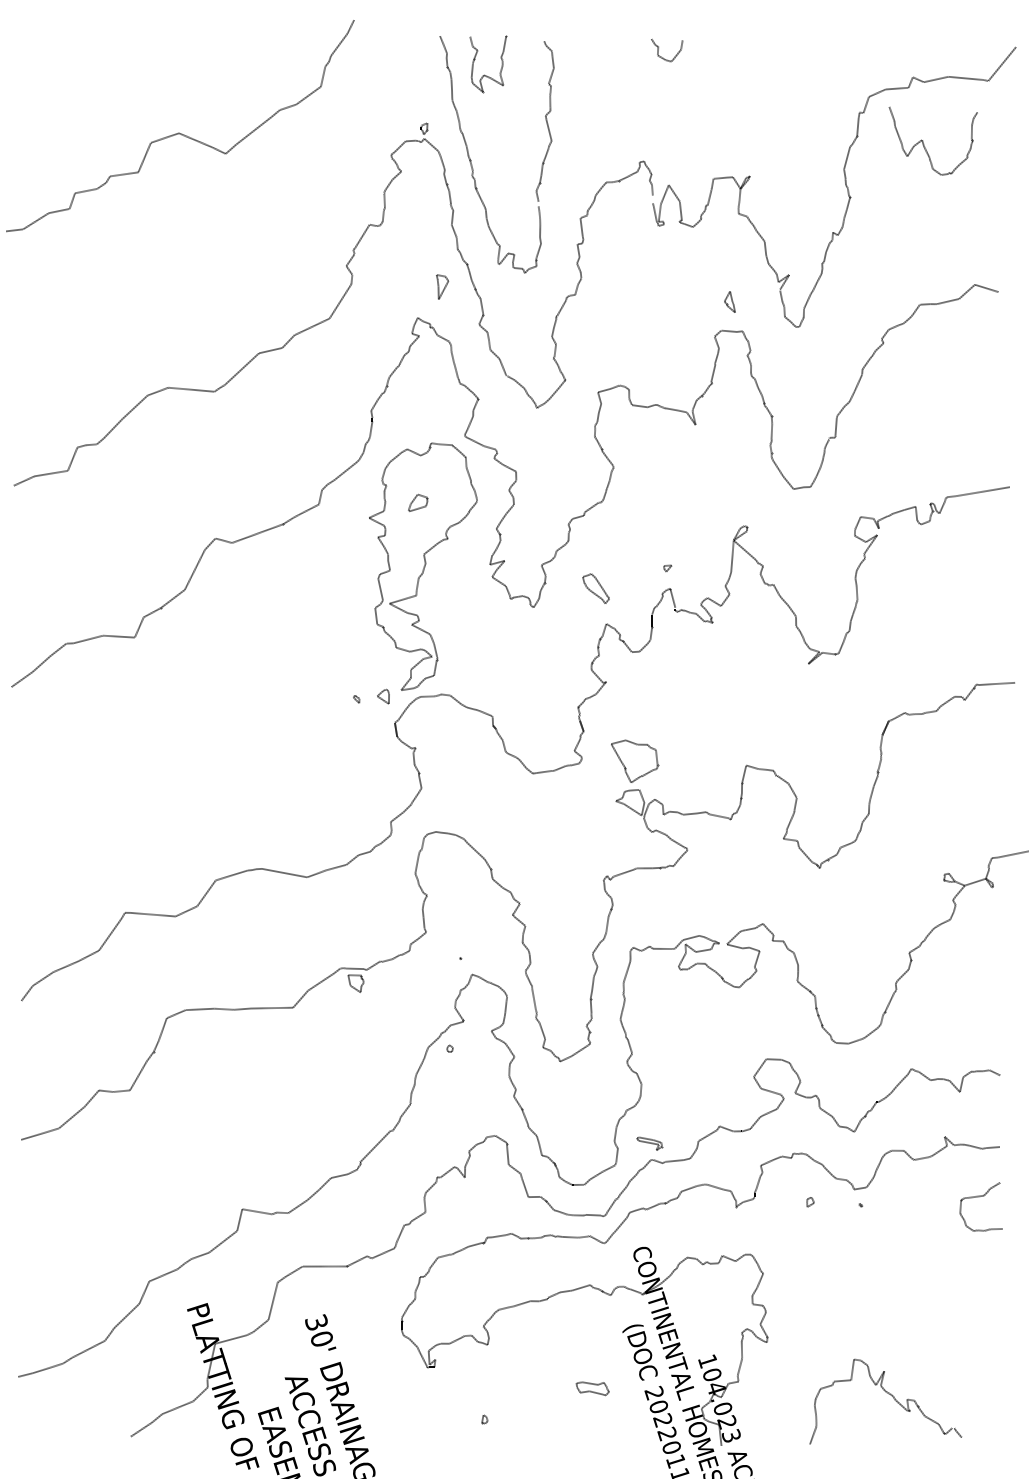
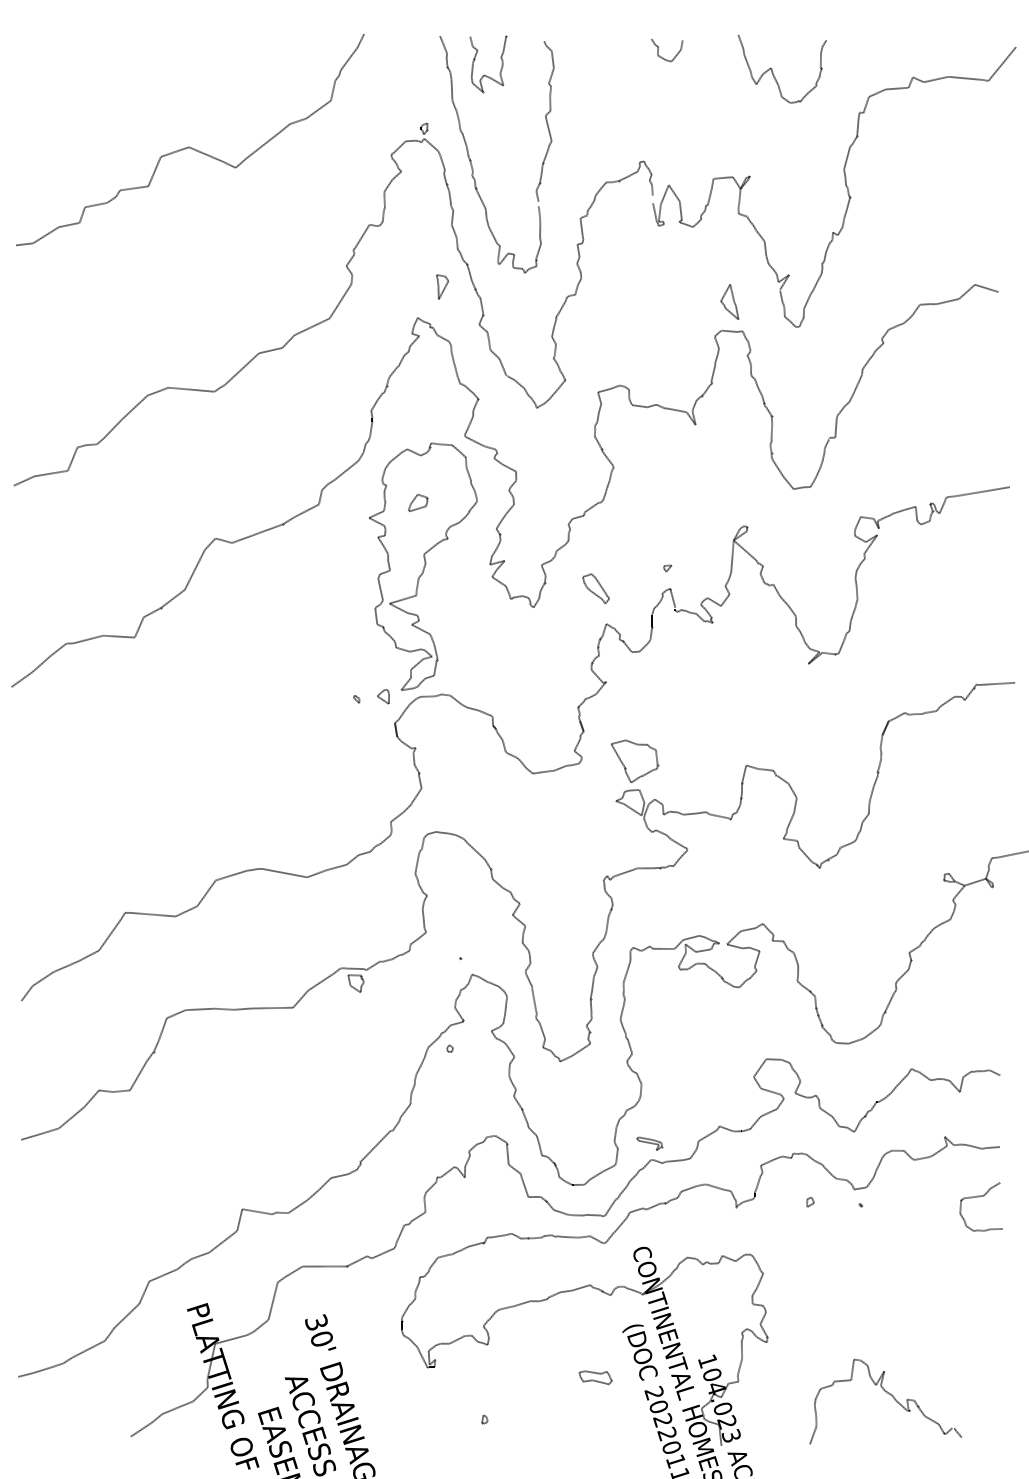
curve at (179, 132) position: (179, 132) -> (189, 146)
curve at (924, 144) position: (924, 144) -> (773, 72)
part at (729, 301) size: 12x22 px -> 20x36 px
part at (592, 1388) position: (592, 1388) -> (595, 1377)
